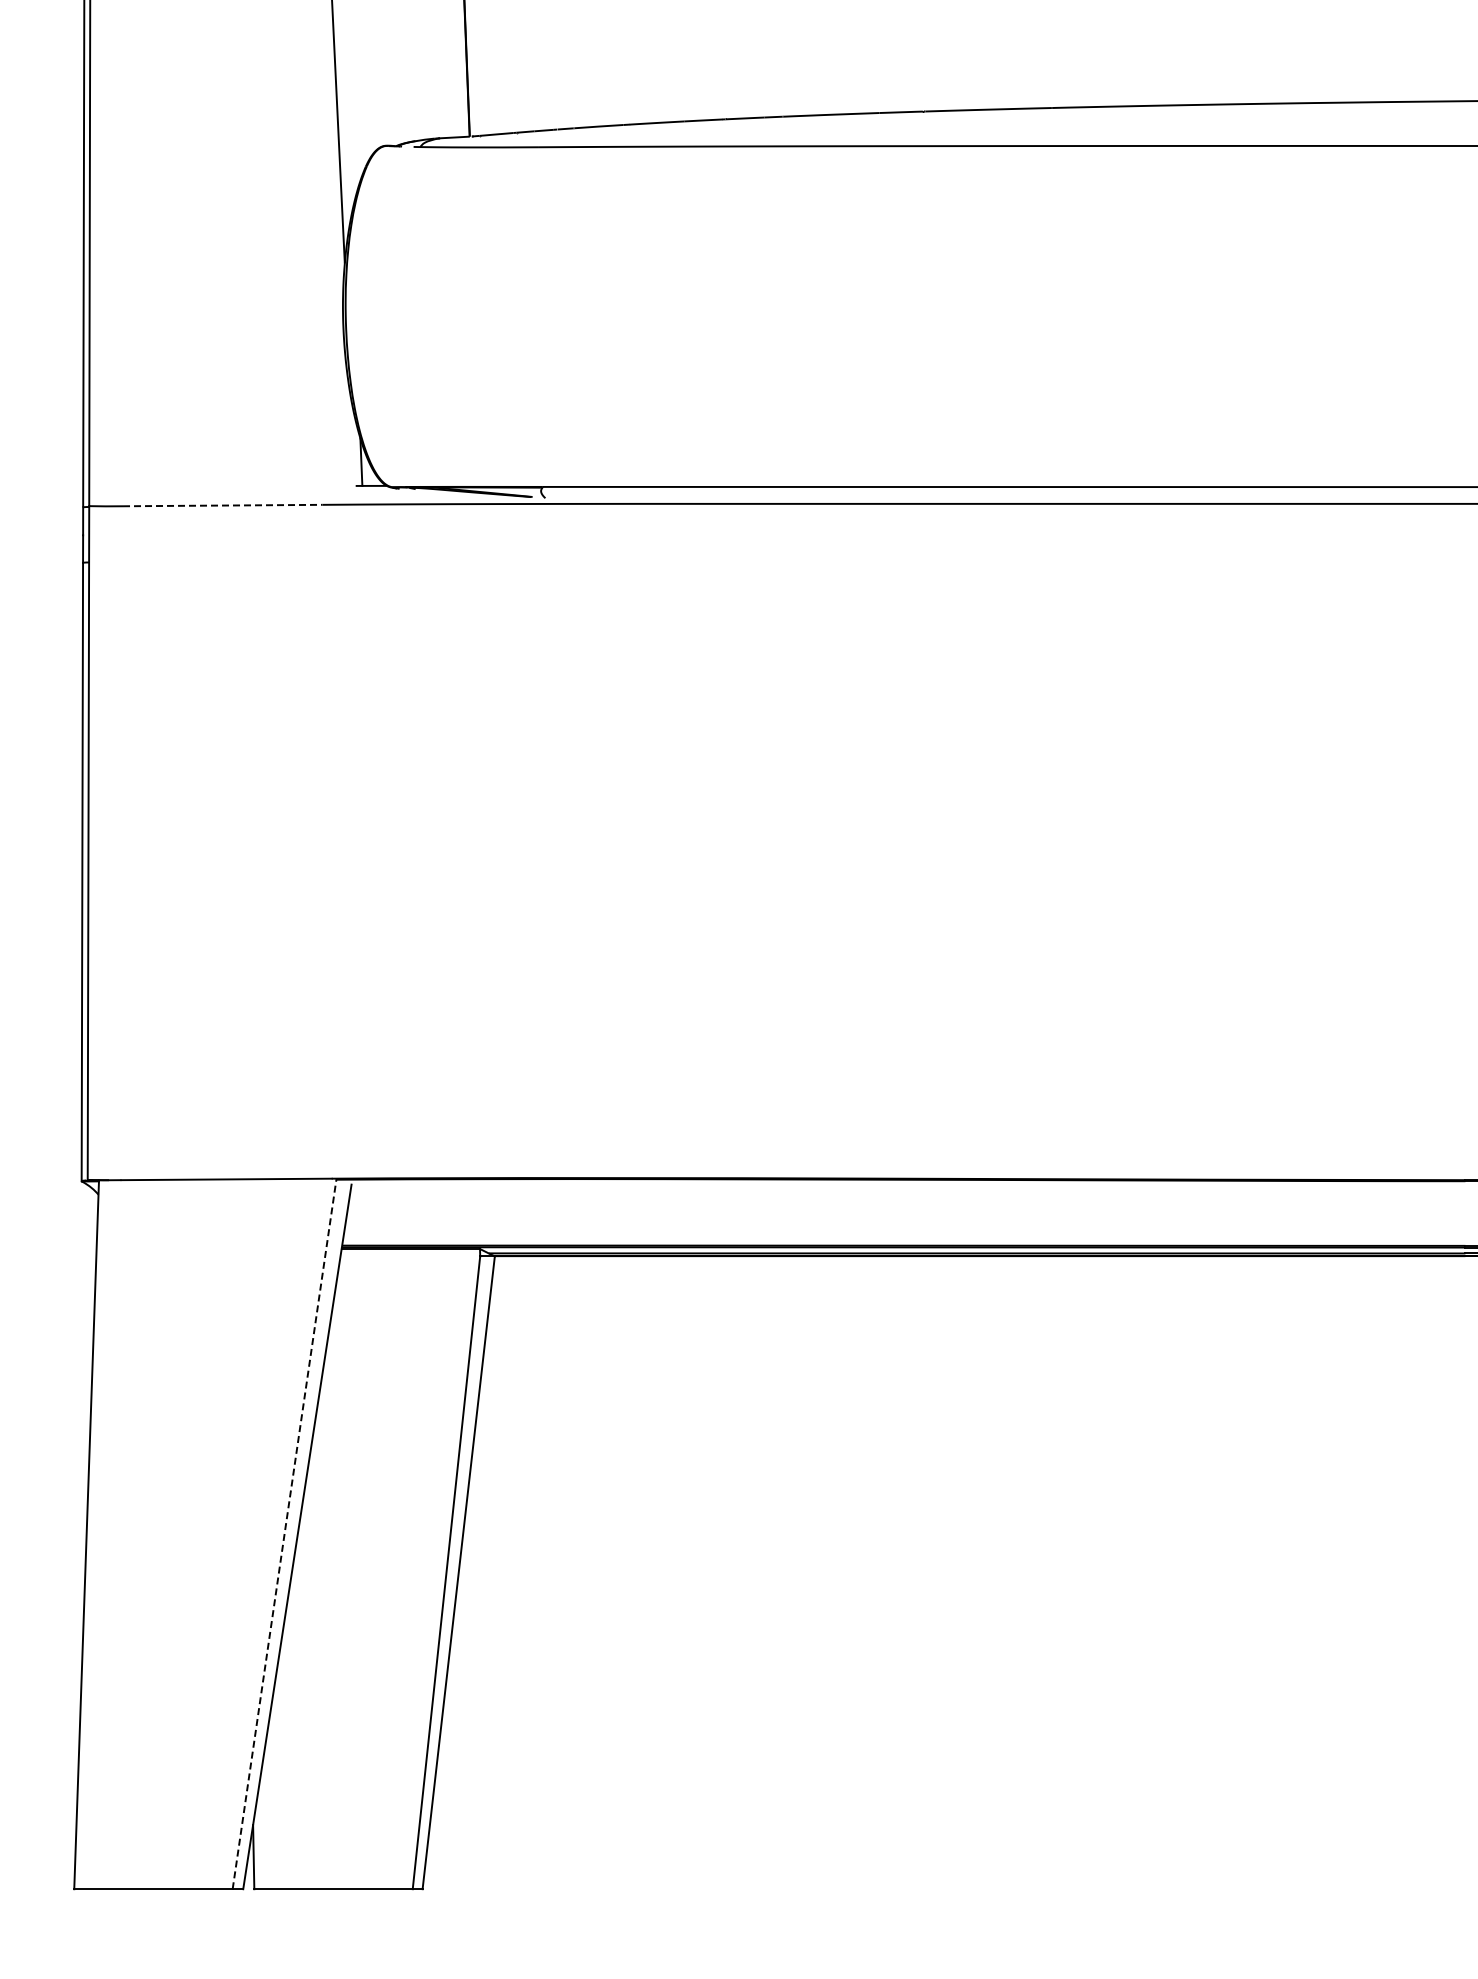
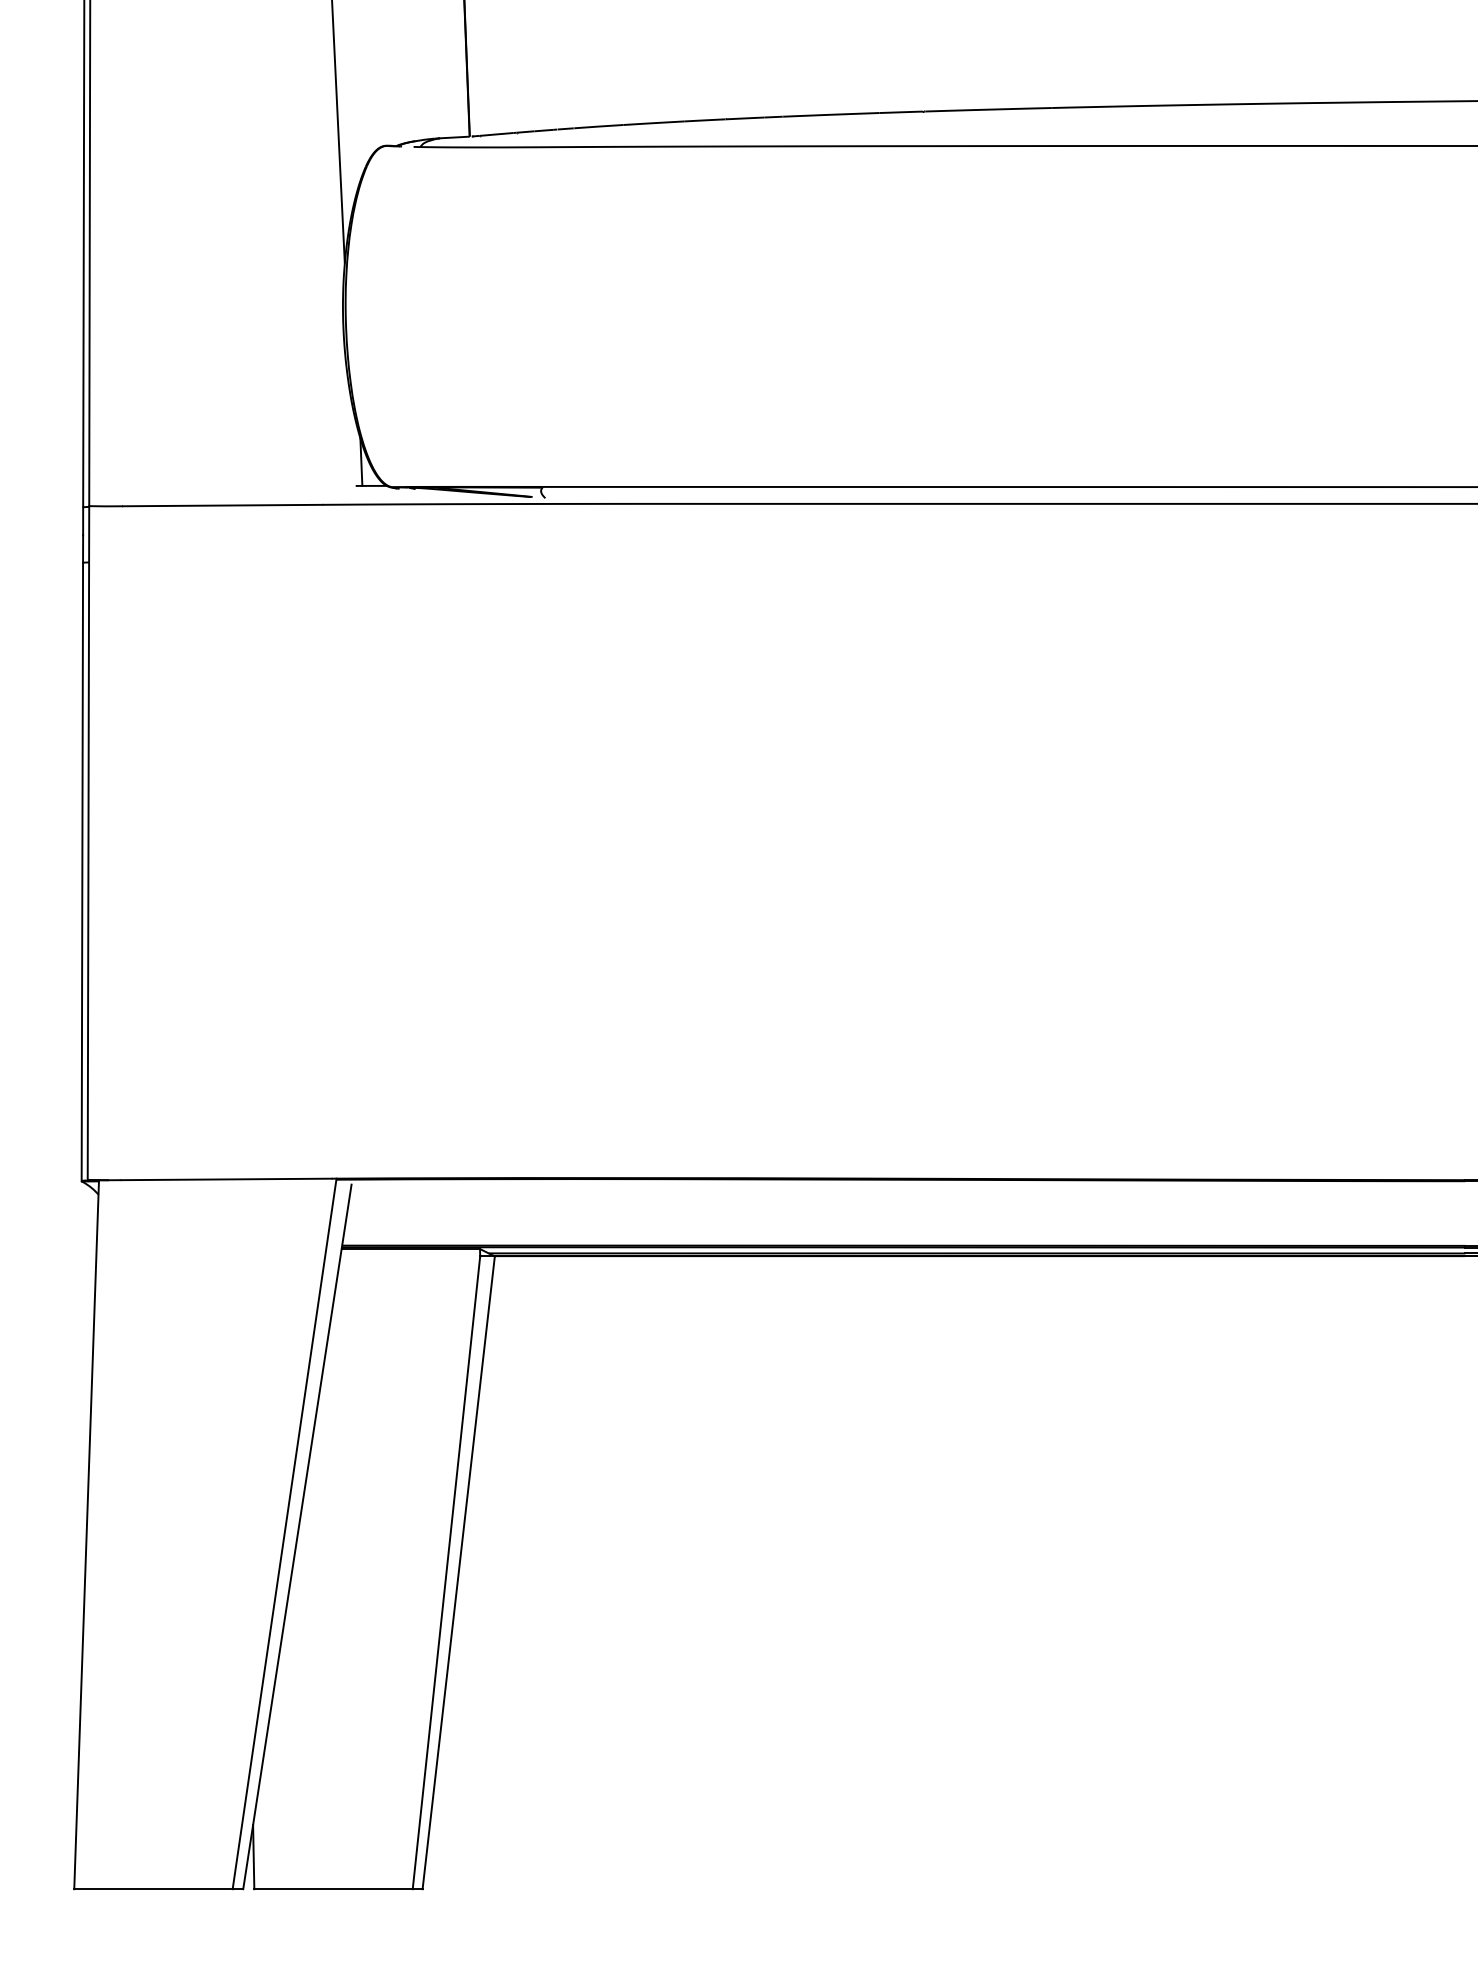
line at (222, 505): dashed -> solid
line at (284, 1533): dashed -> solid
